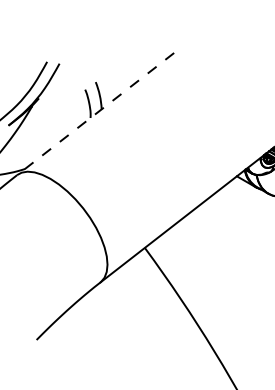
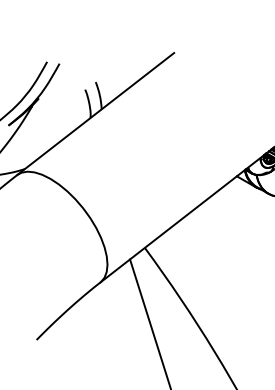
line at (95, 114): dashed -> solid
line at (150, 322): none -> present
